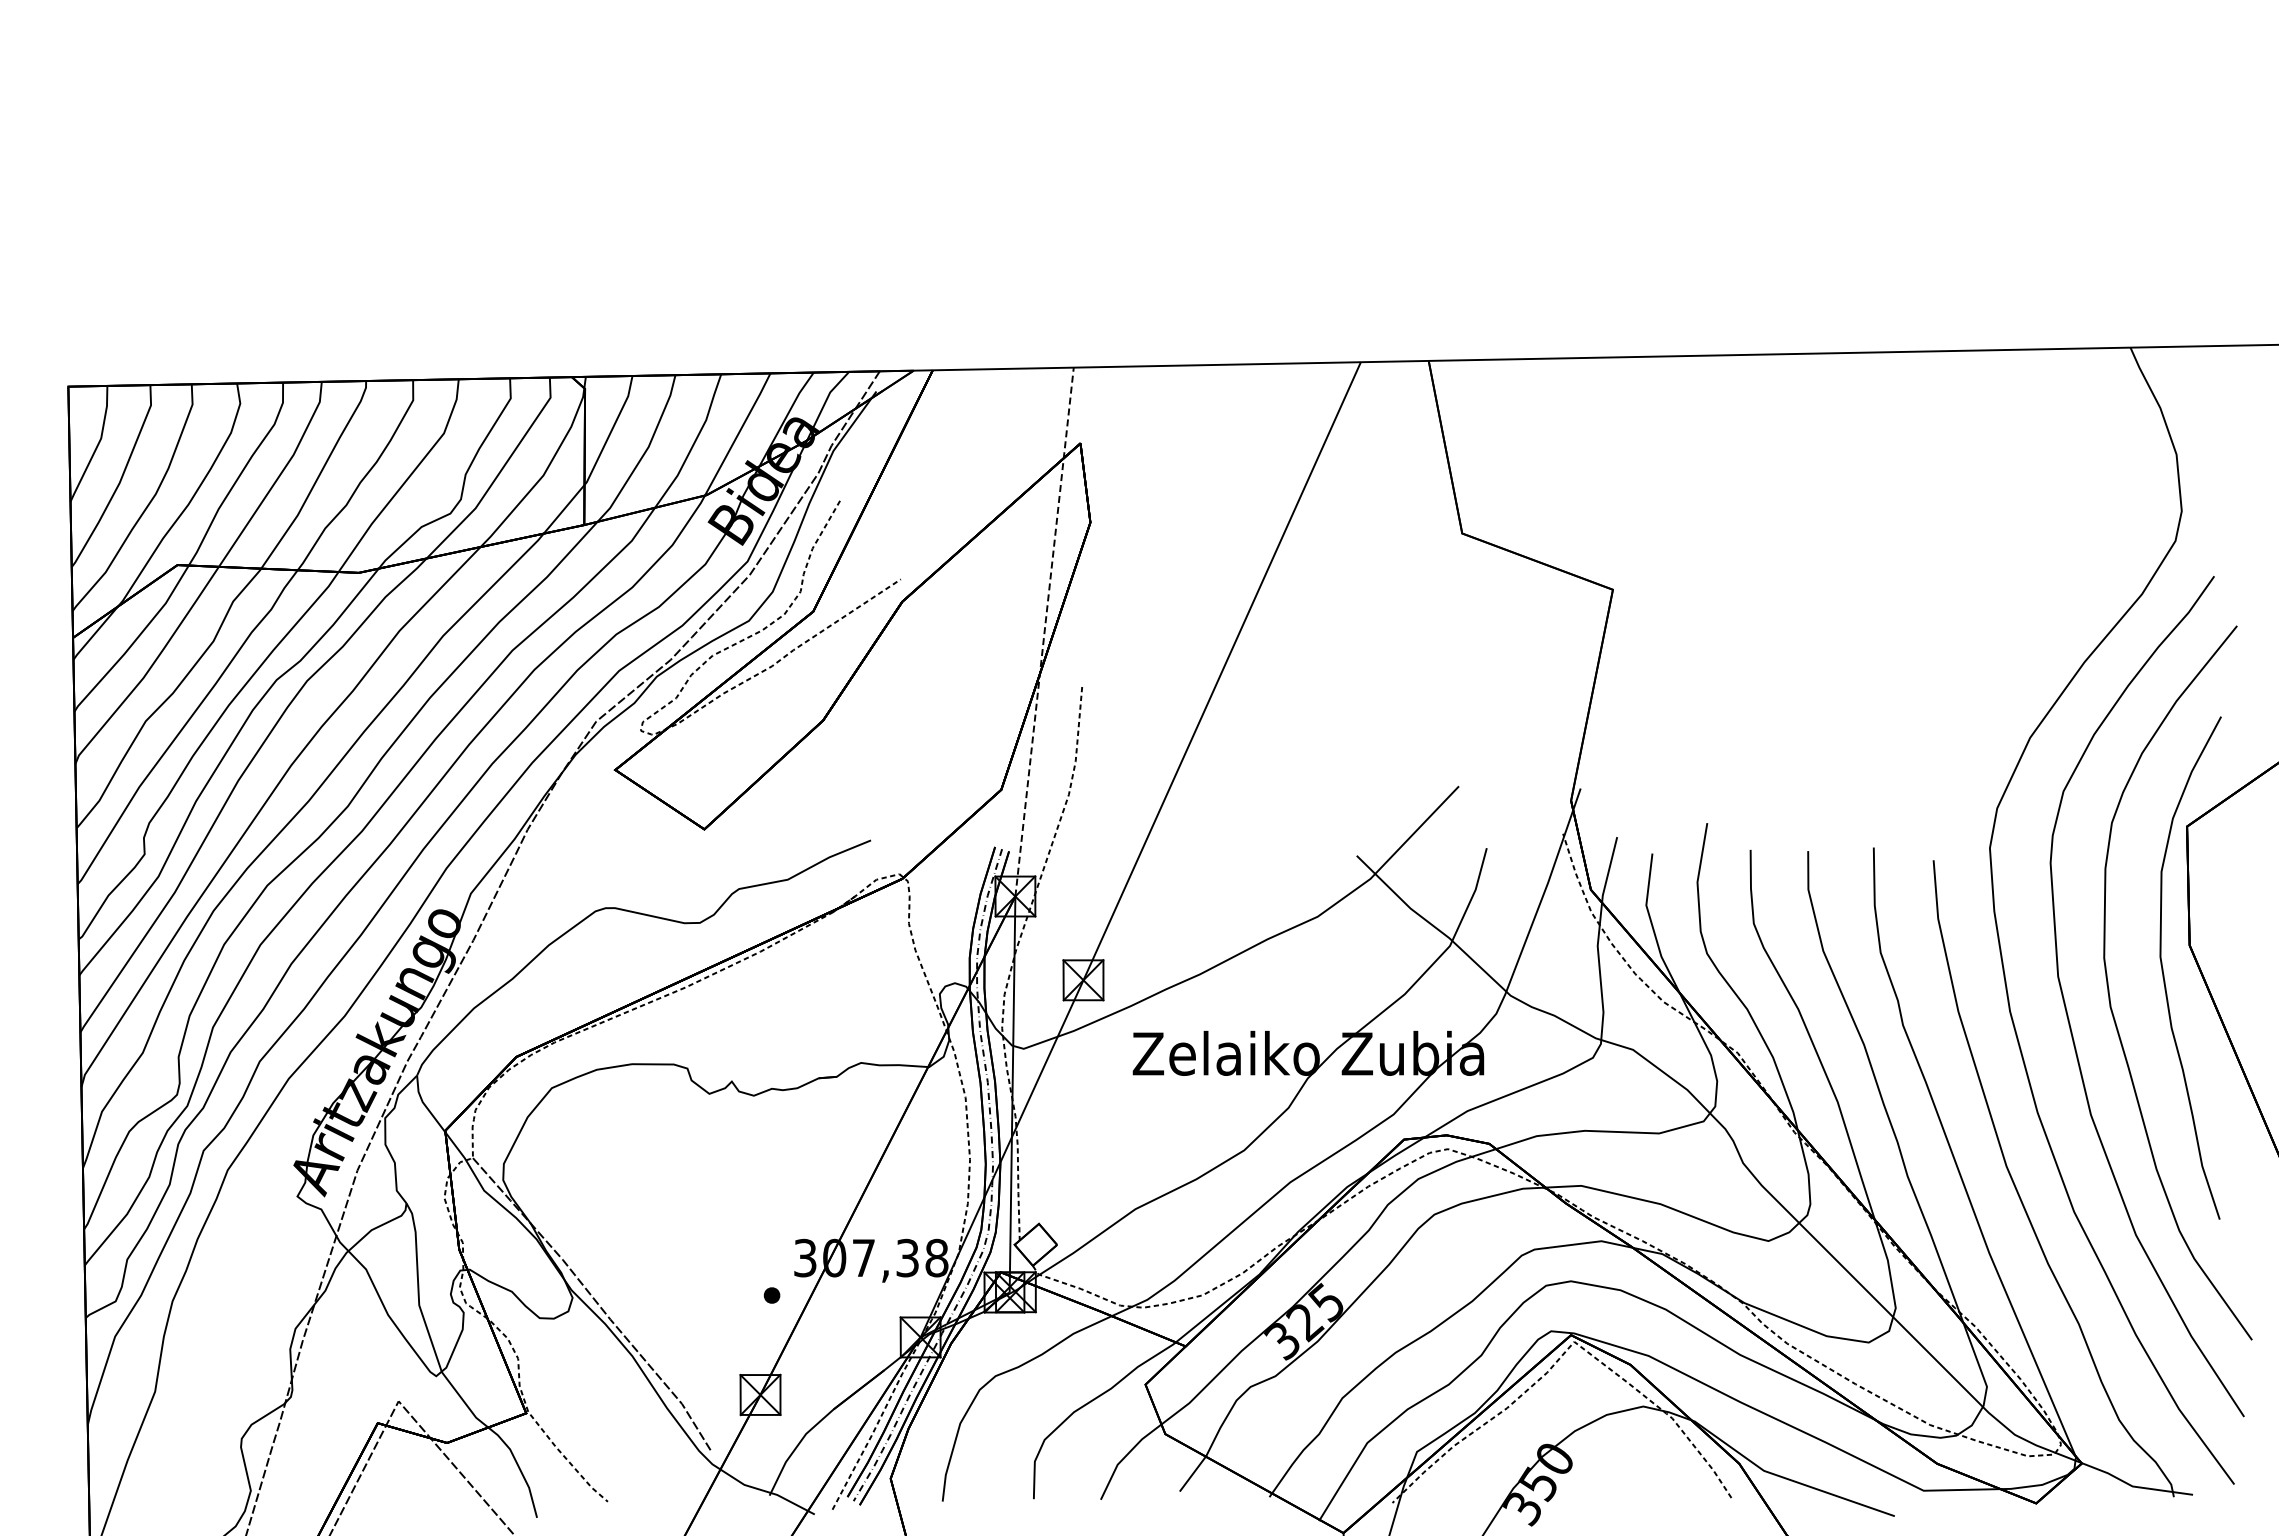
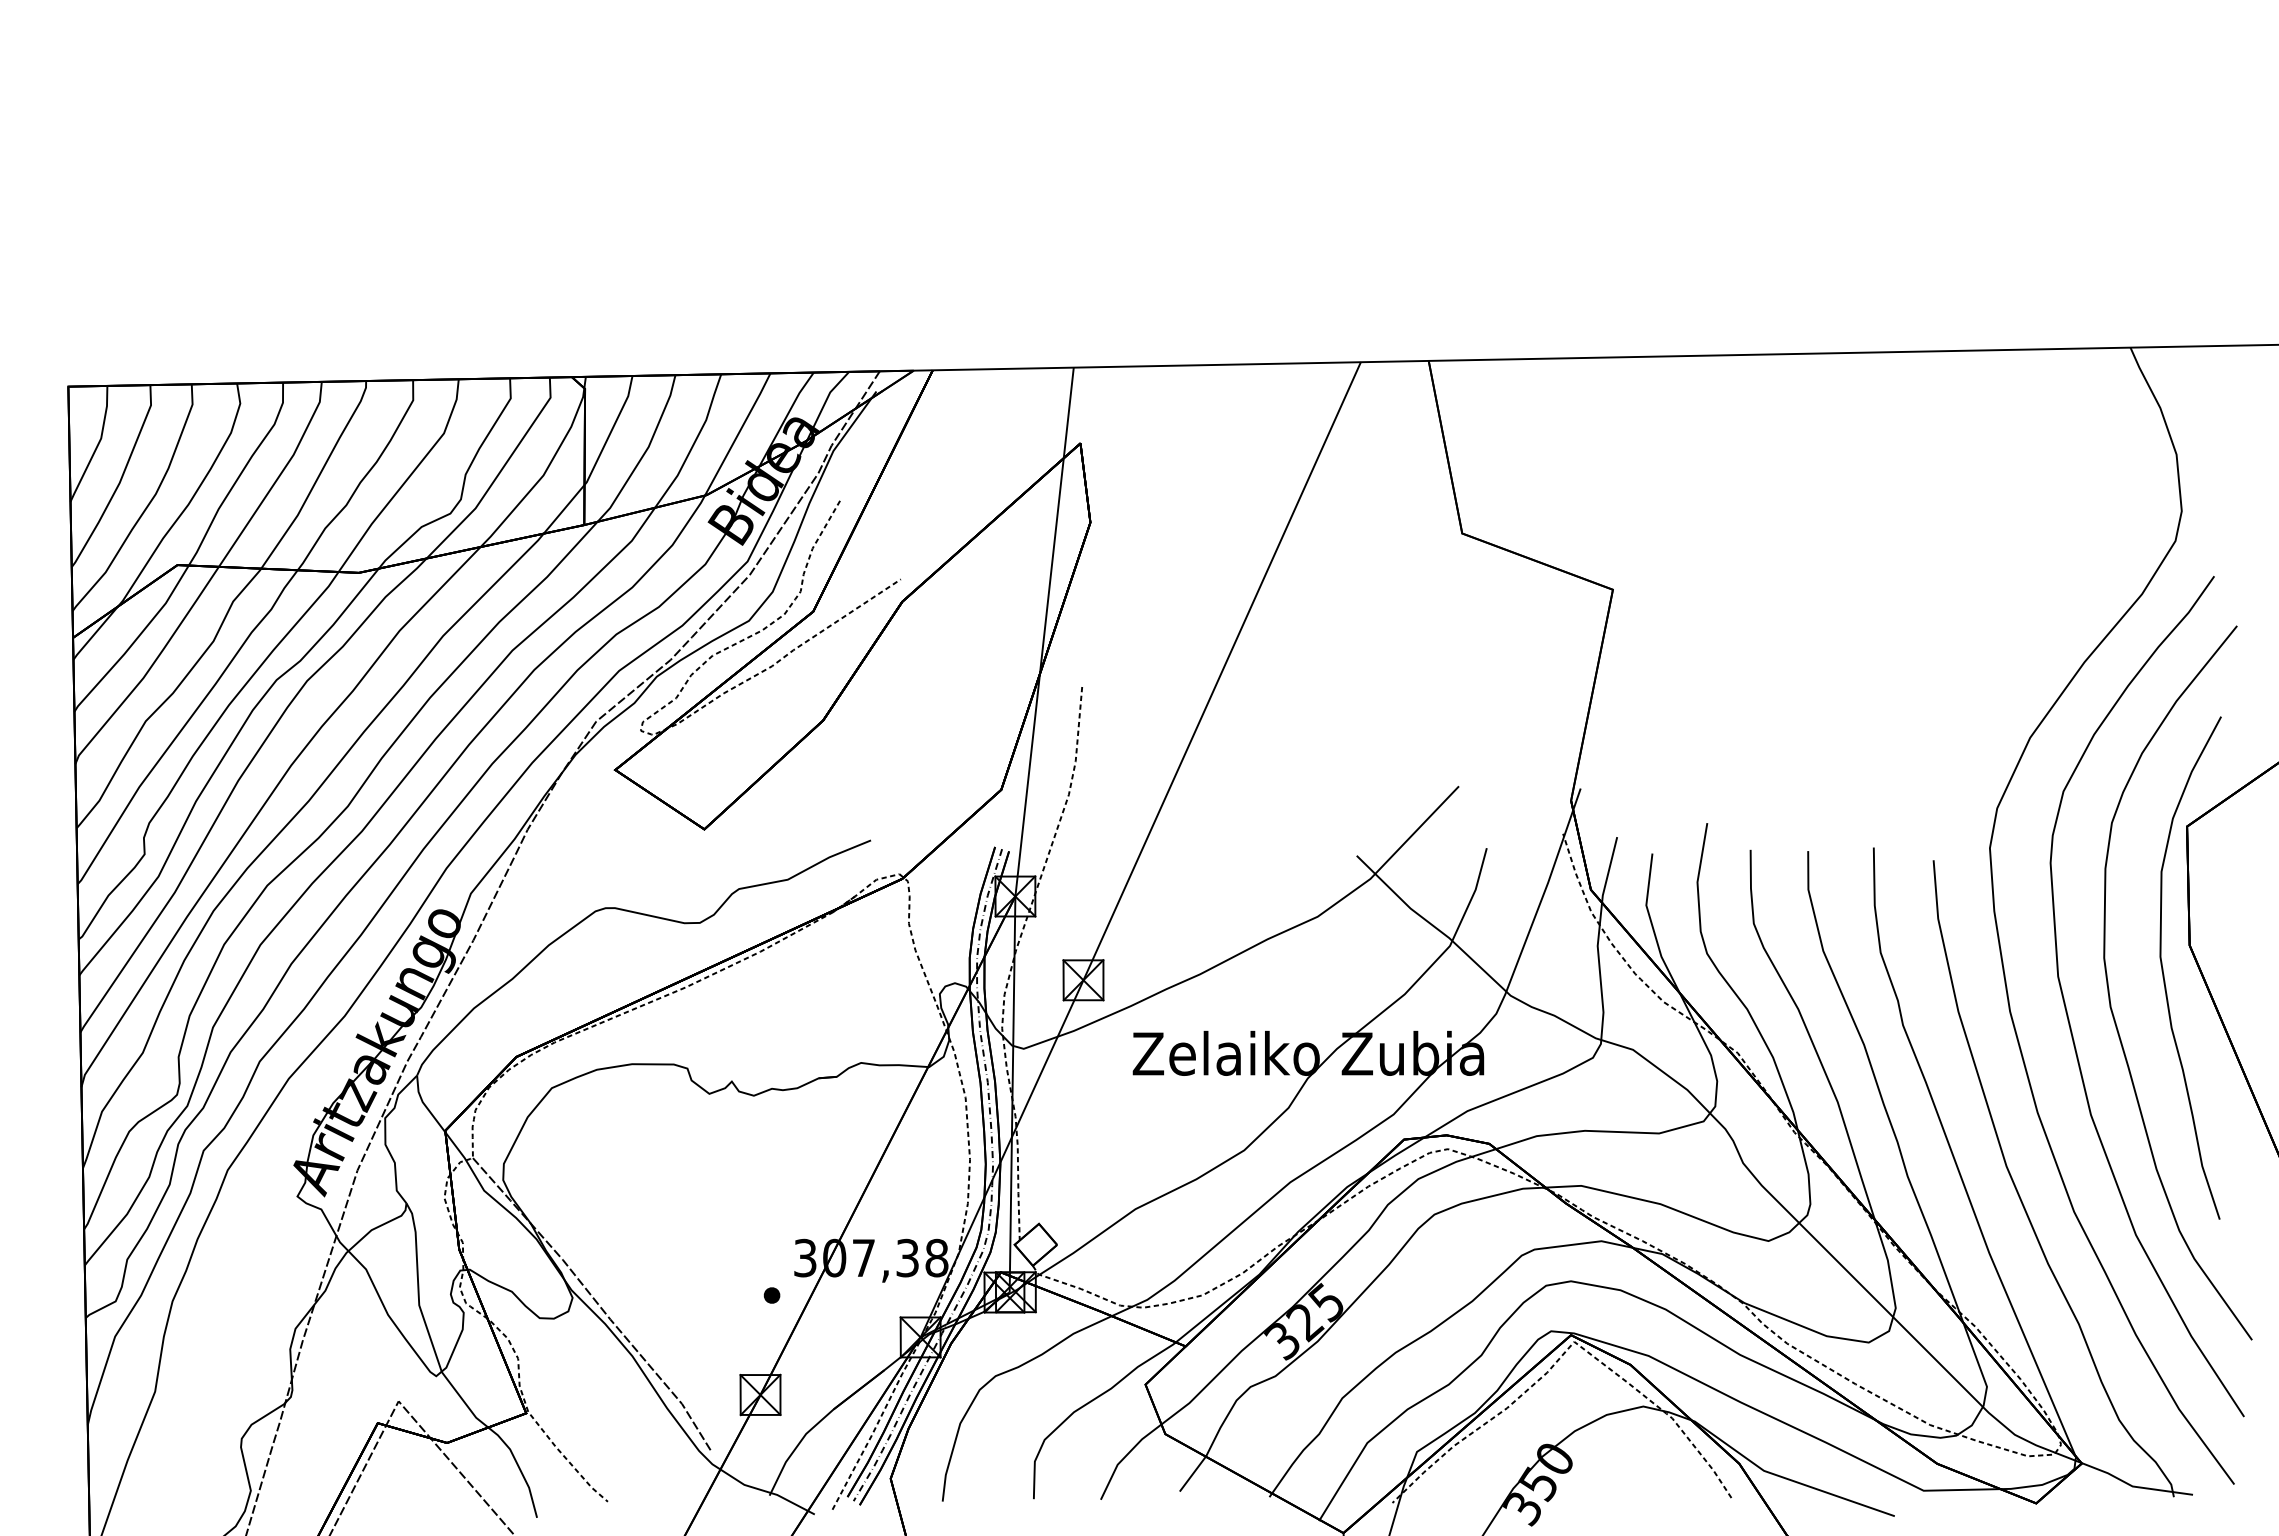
line at (1044, 631): dashed -> solid
